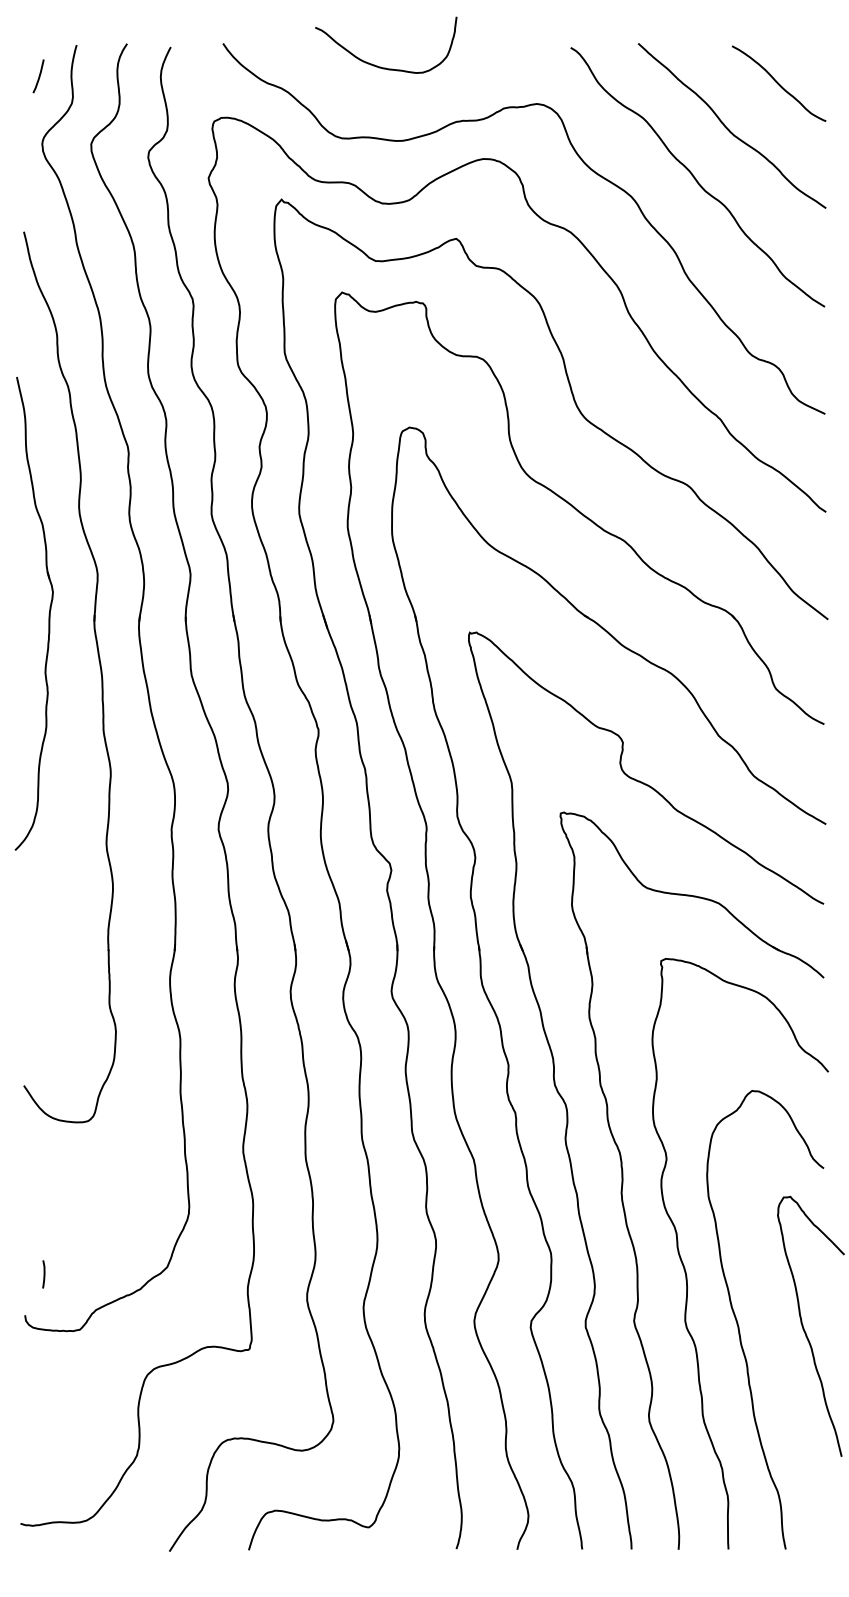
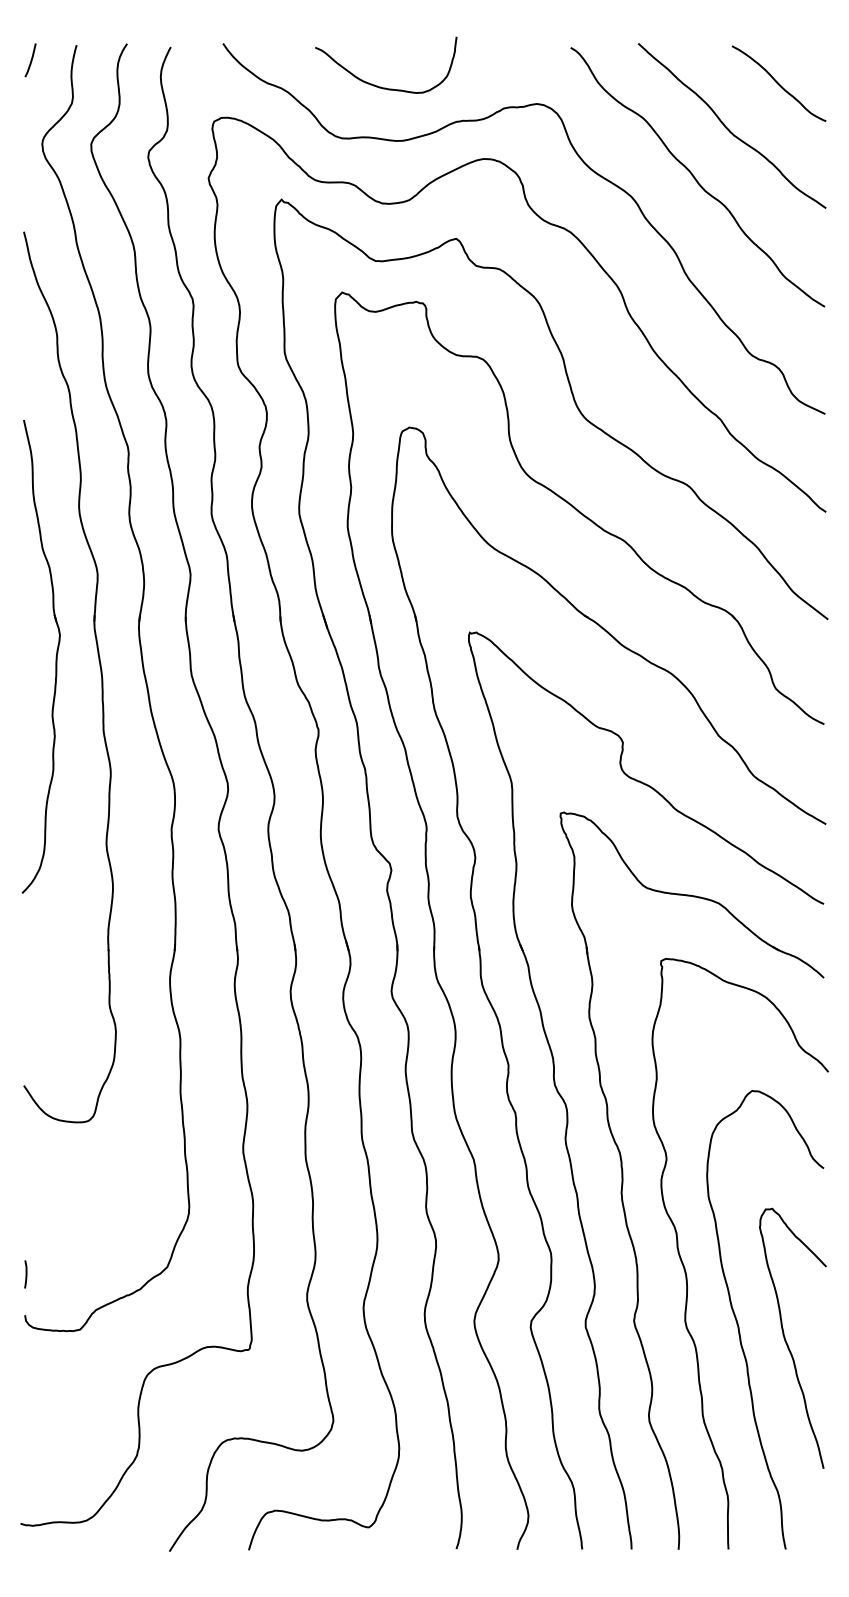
curve at (380, 66) position: (380, 66) -> (380, 86)
curve at (38, 76) position: (38, 76) -> (30, 60)
part at (48, 613) position: (48, 613) -> (55, 656)
line at (43, 1274) position: (43, 1274) -> (25, 1274)
curve at (804, 1328) position: (804, 1328) -> (786, 1340)
